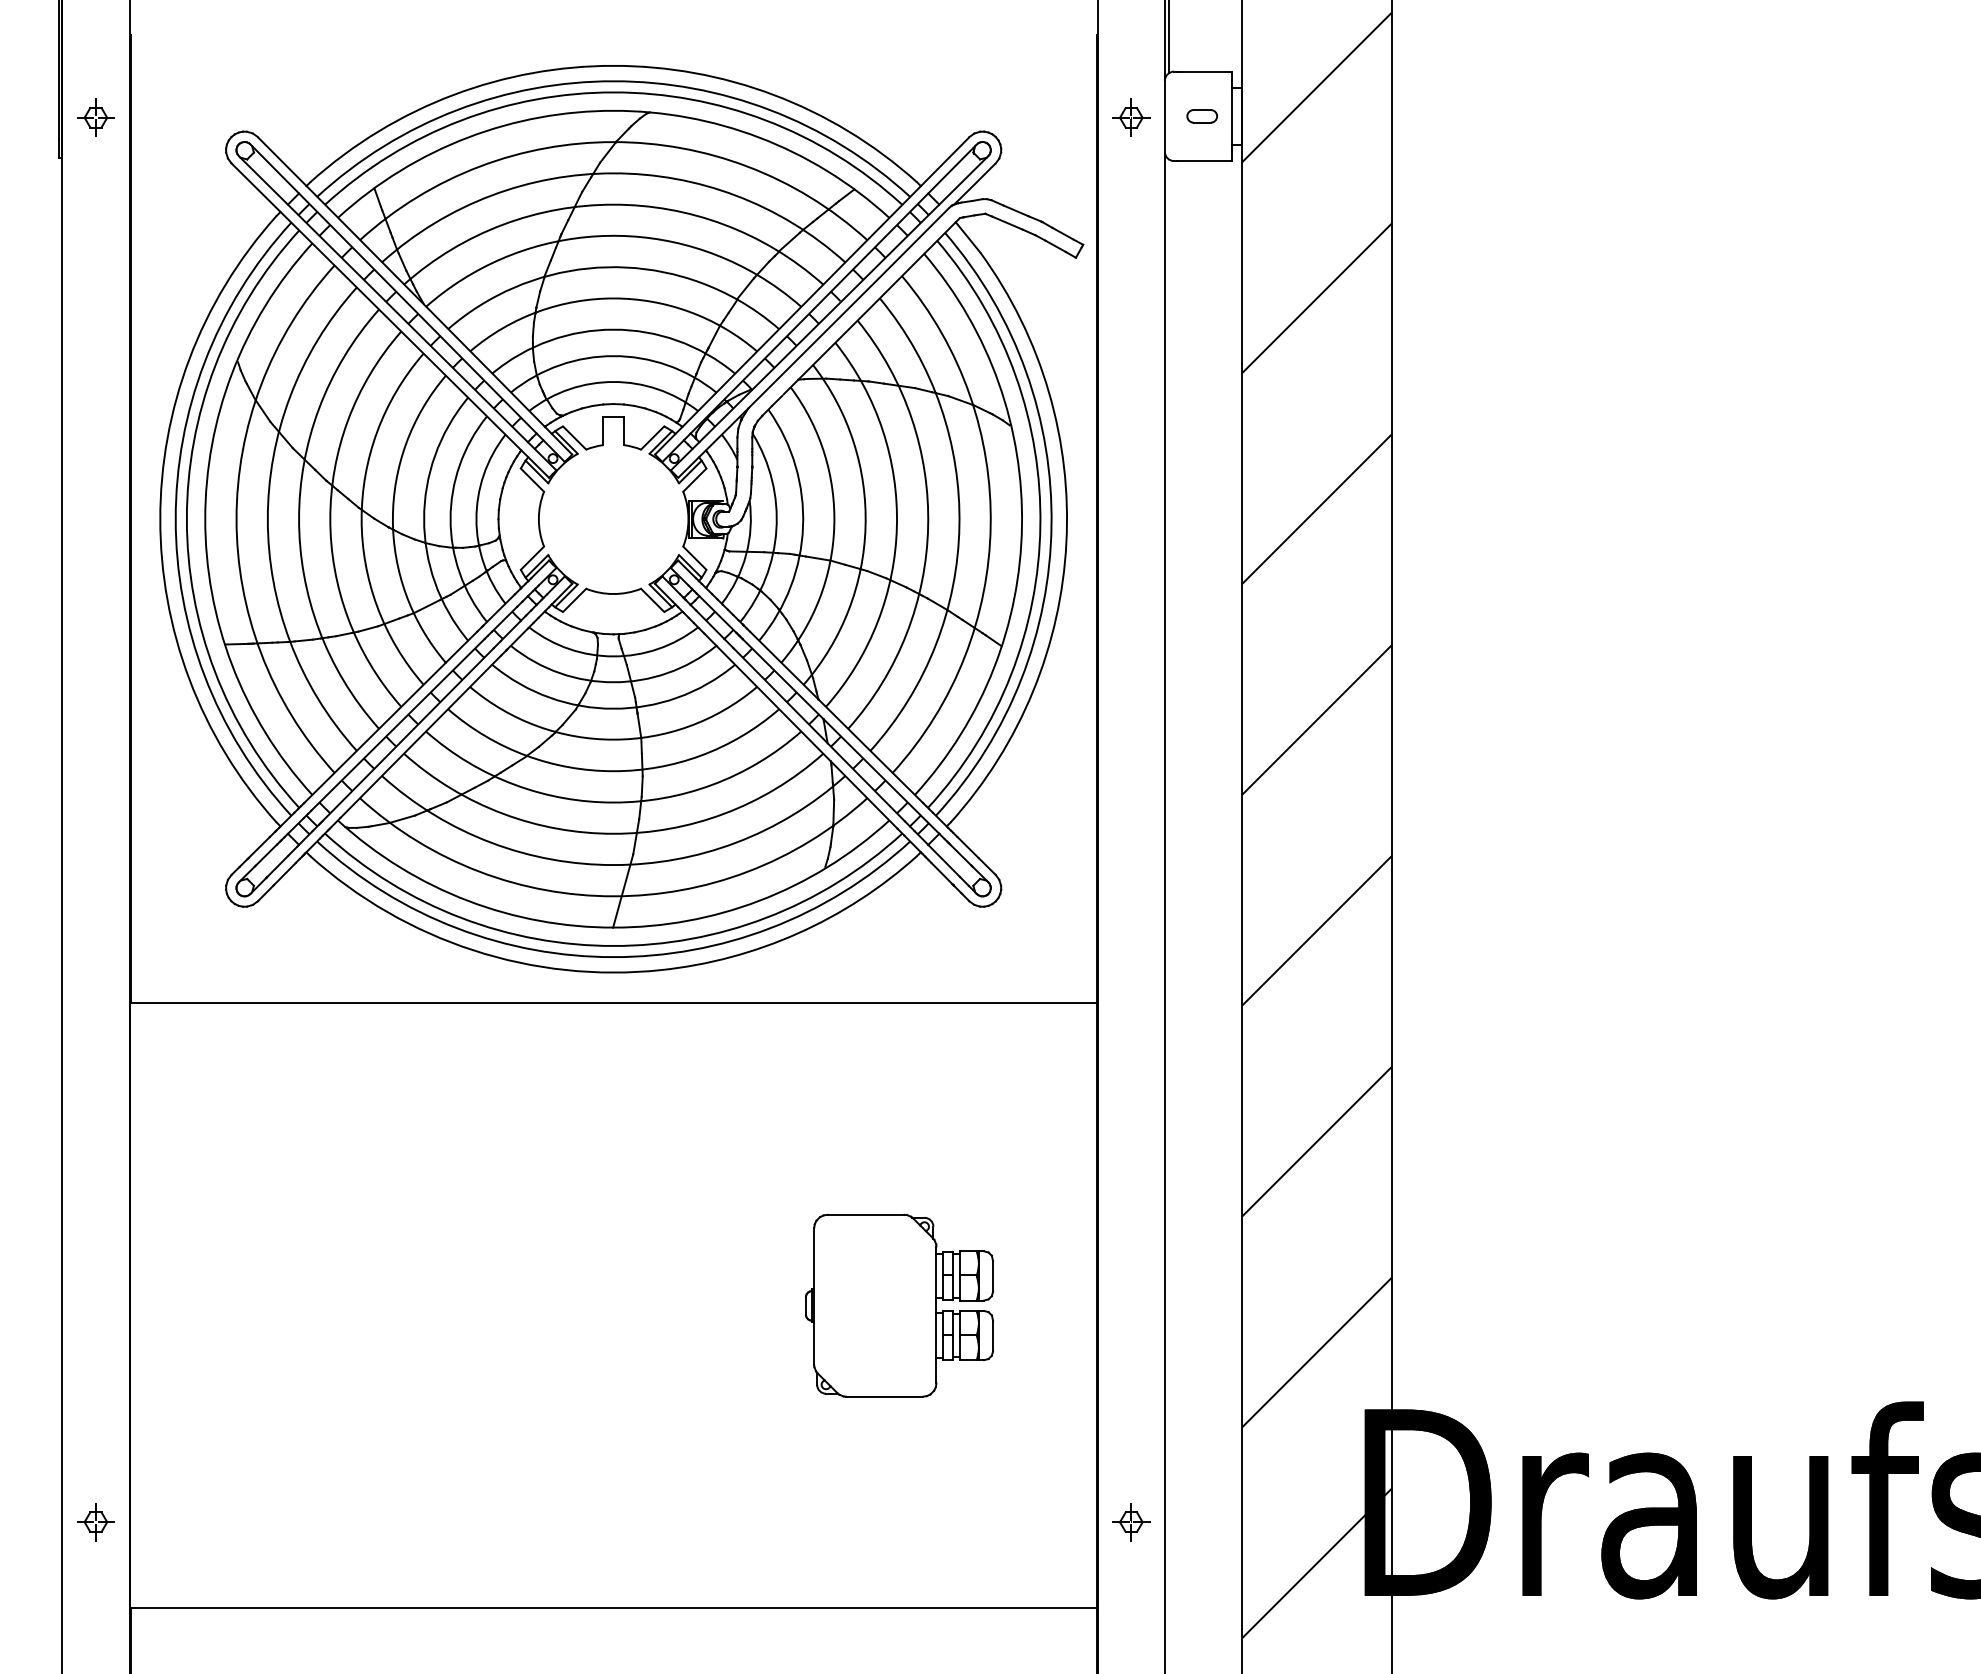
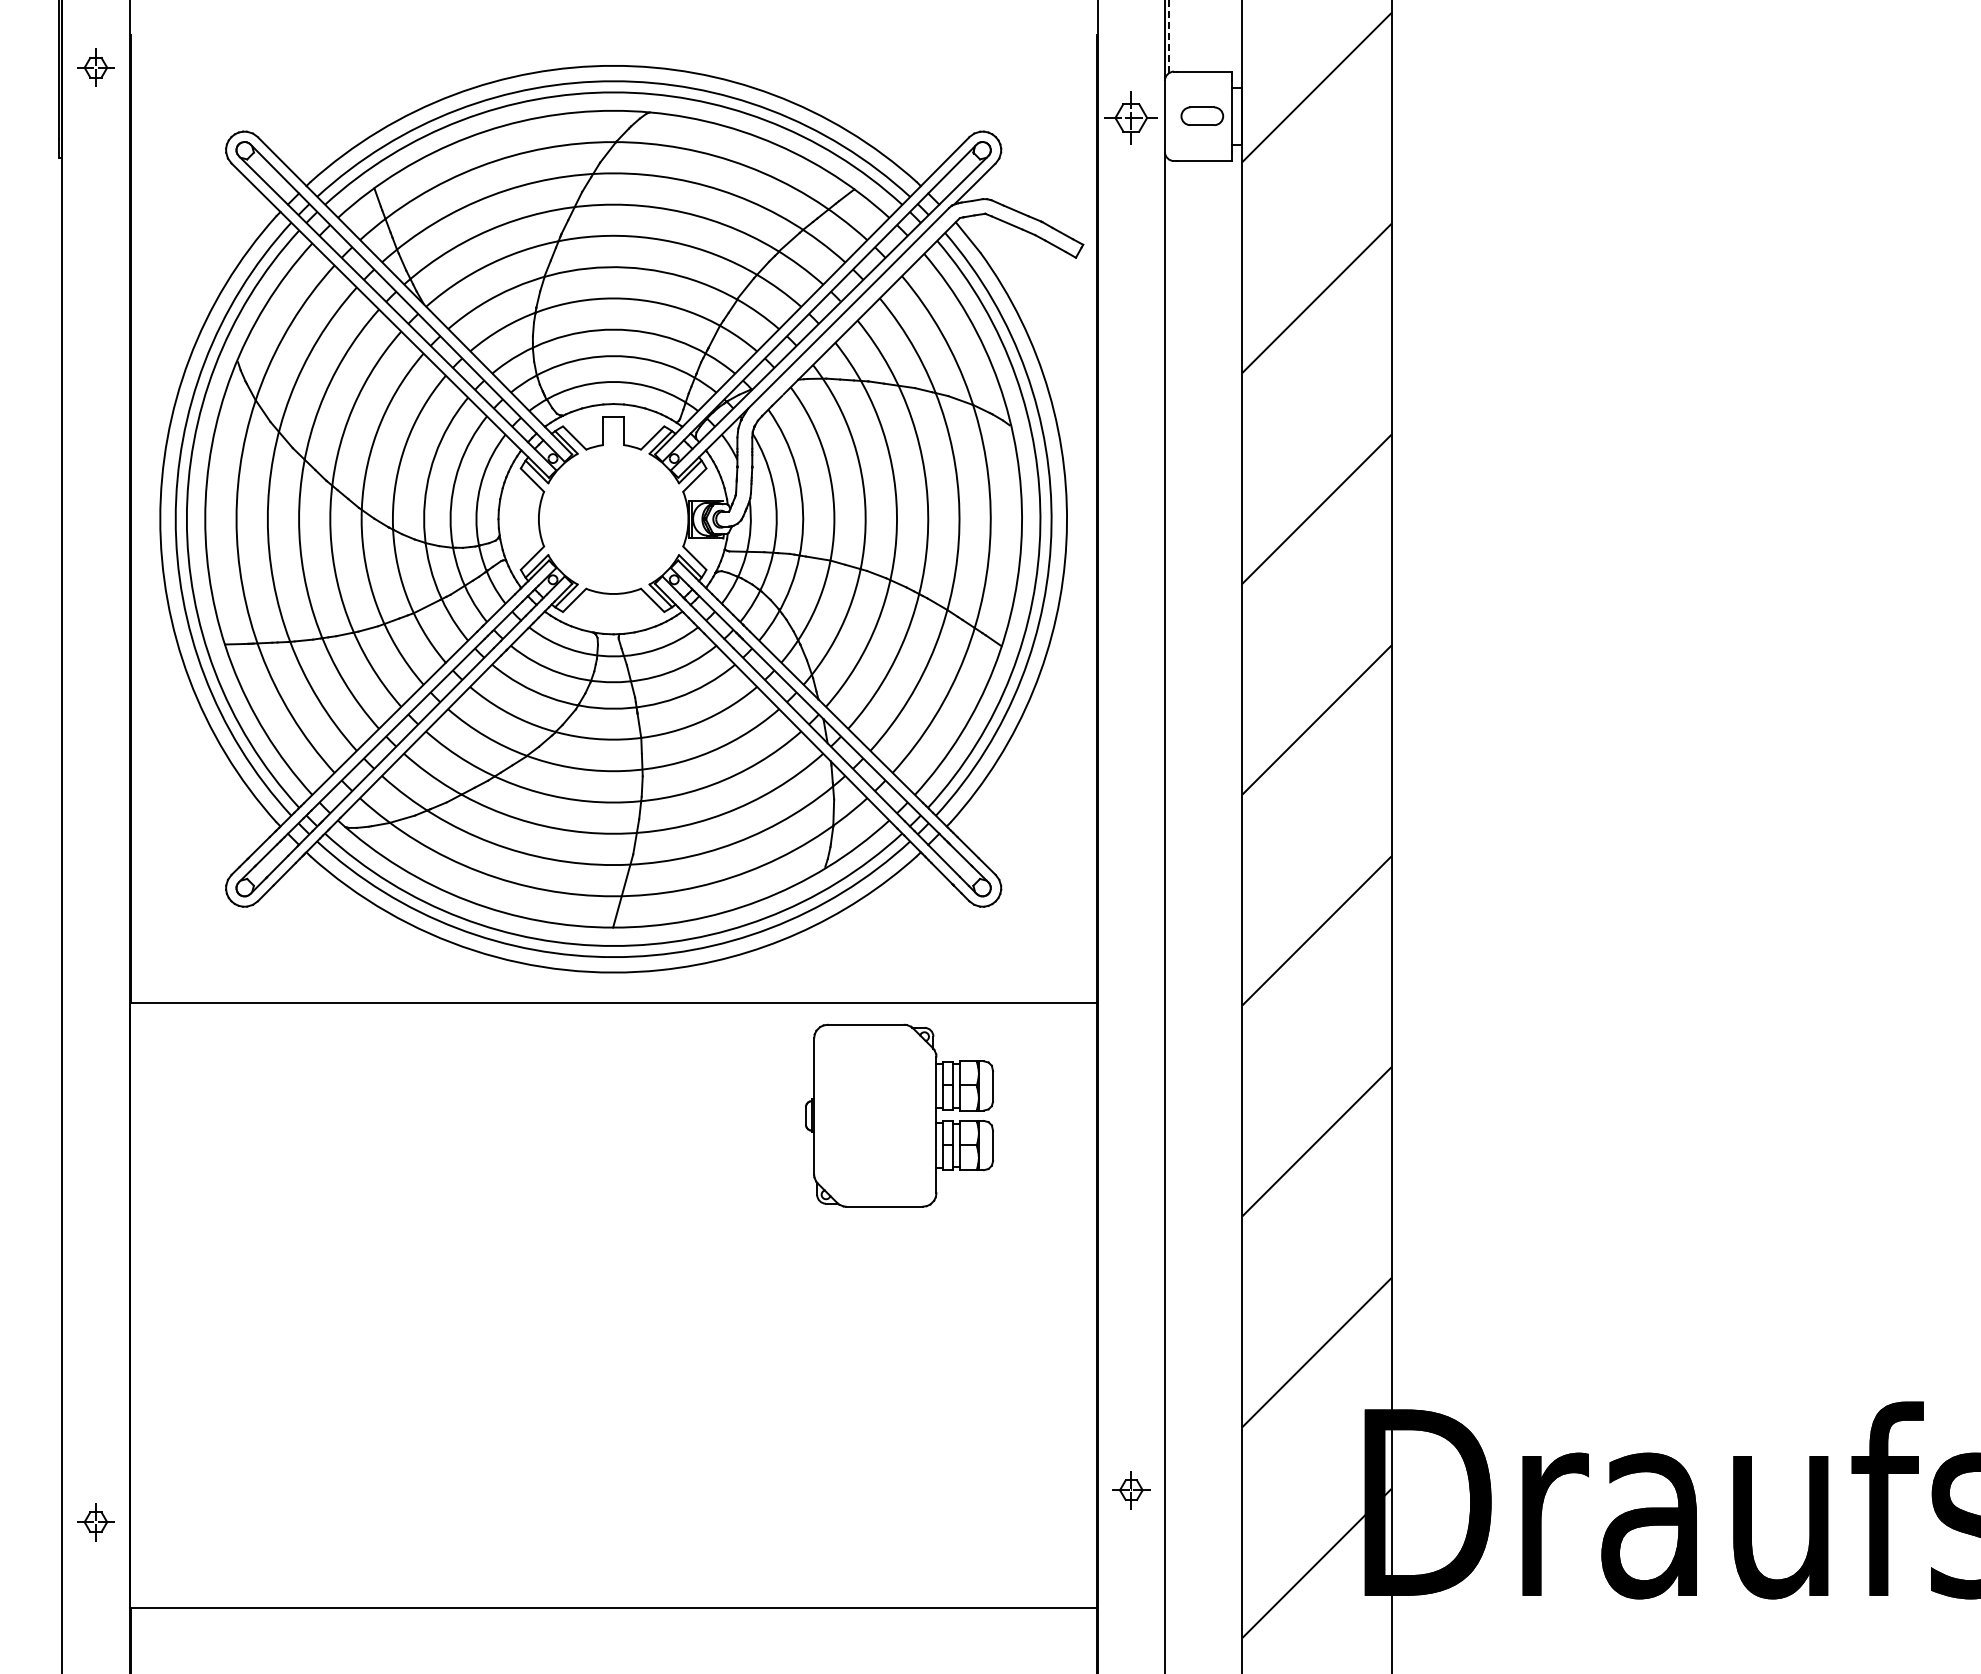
line at (1169, 36): solid -> dashed
part at (1201, 116) size: 32x15 px -> 45x20 px
part at (95, 117) position: (95, 117) -> (95, 67)
part at (1131, 117) size: 39x39 px -> 54x54 px
part at (899, 1305) position: (899, 1305) -> (899, 1115)
part at (1131, 1522) position: (1131, 1522) -> (1131, 1490)
